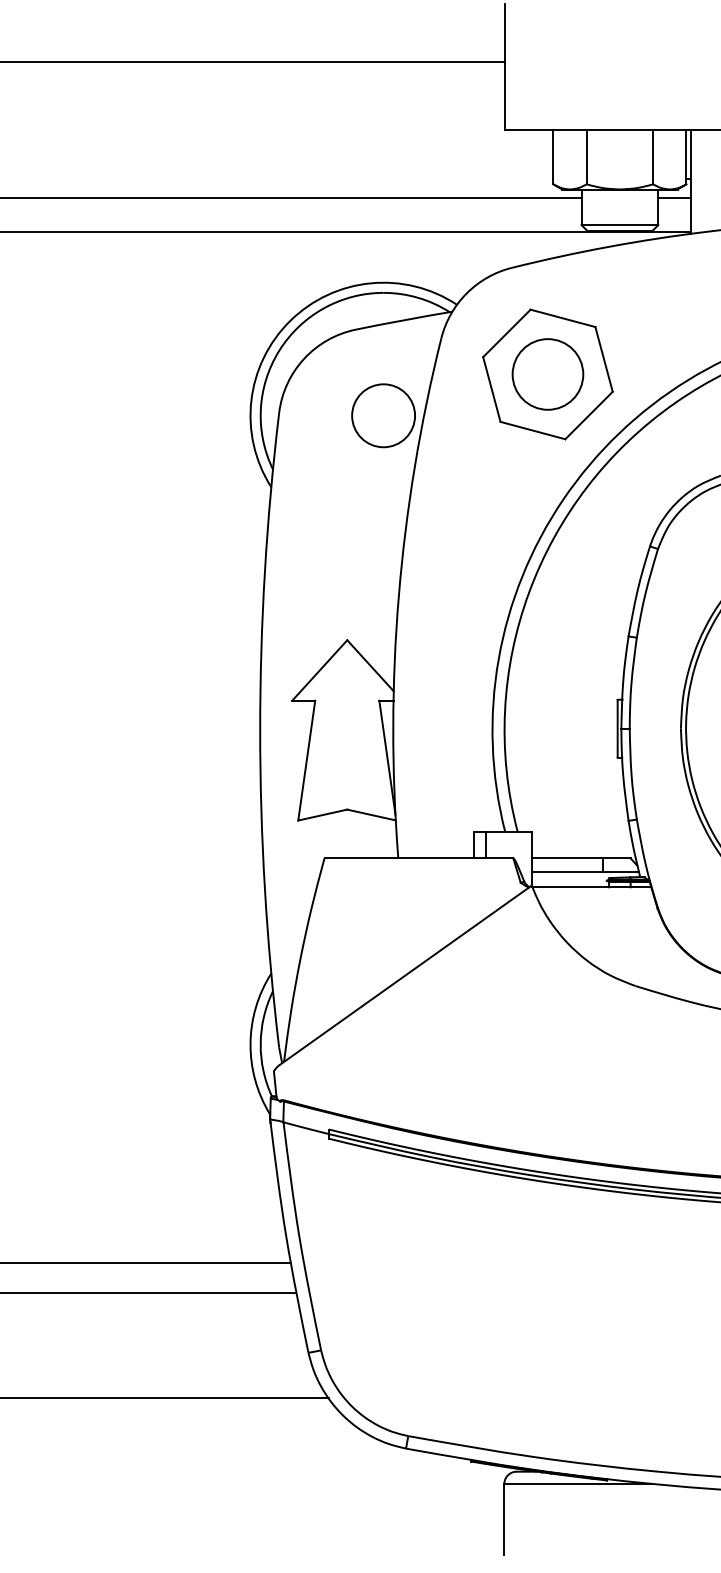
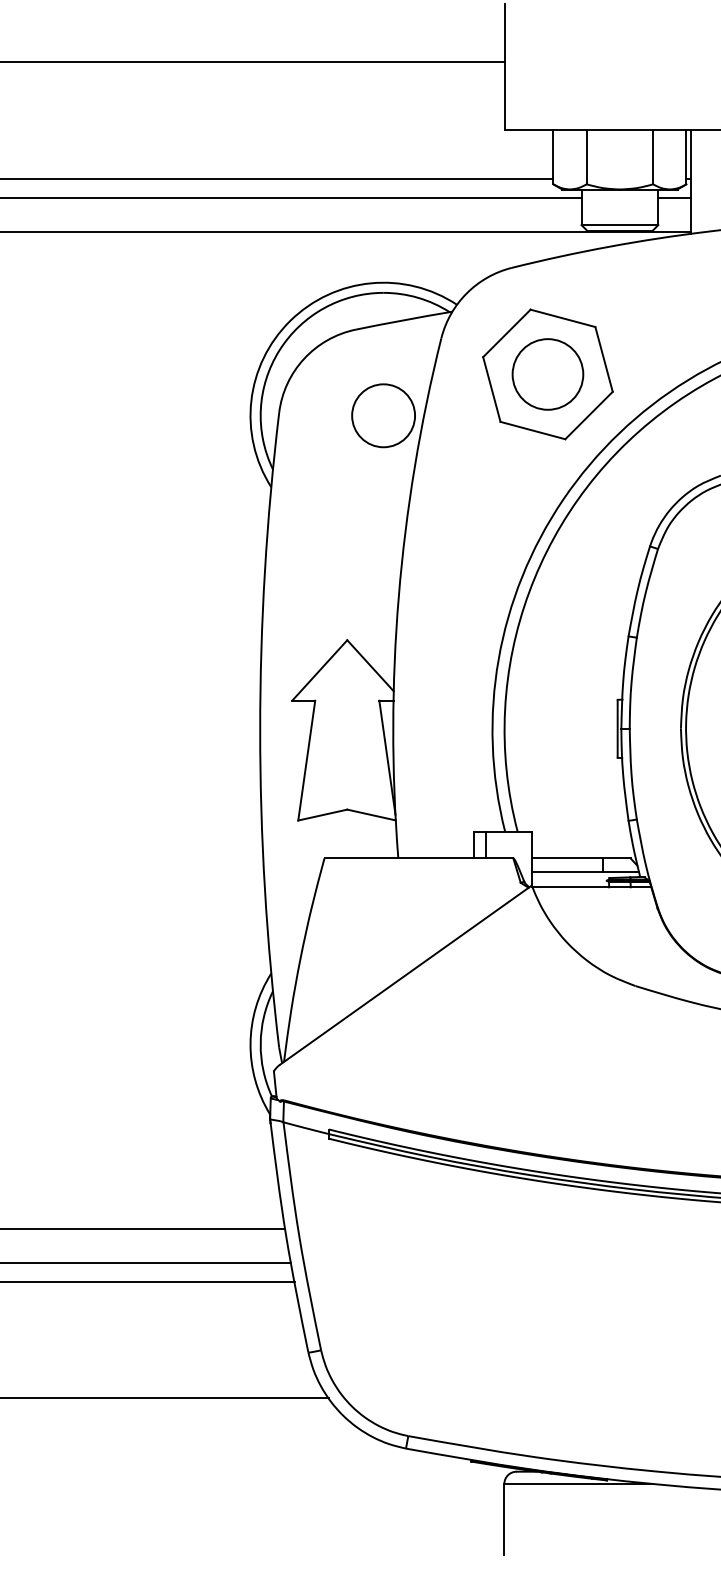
line at (277, 178): none -> present
line at (143, 1228): none -> present
line at (148, 1293) position: (148, 1293) -> (148, 1282)
